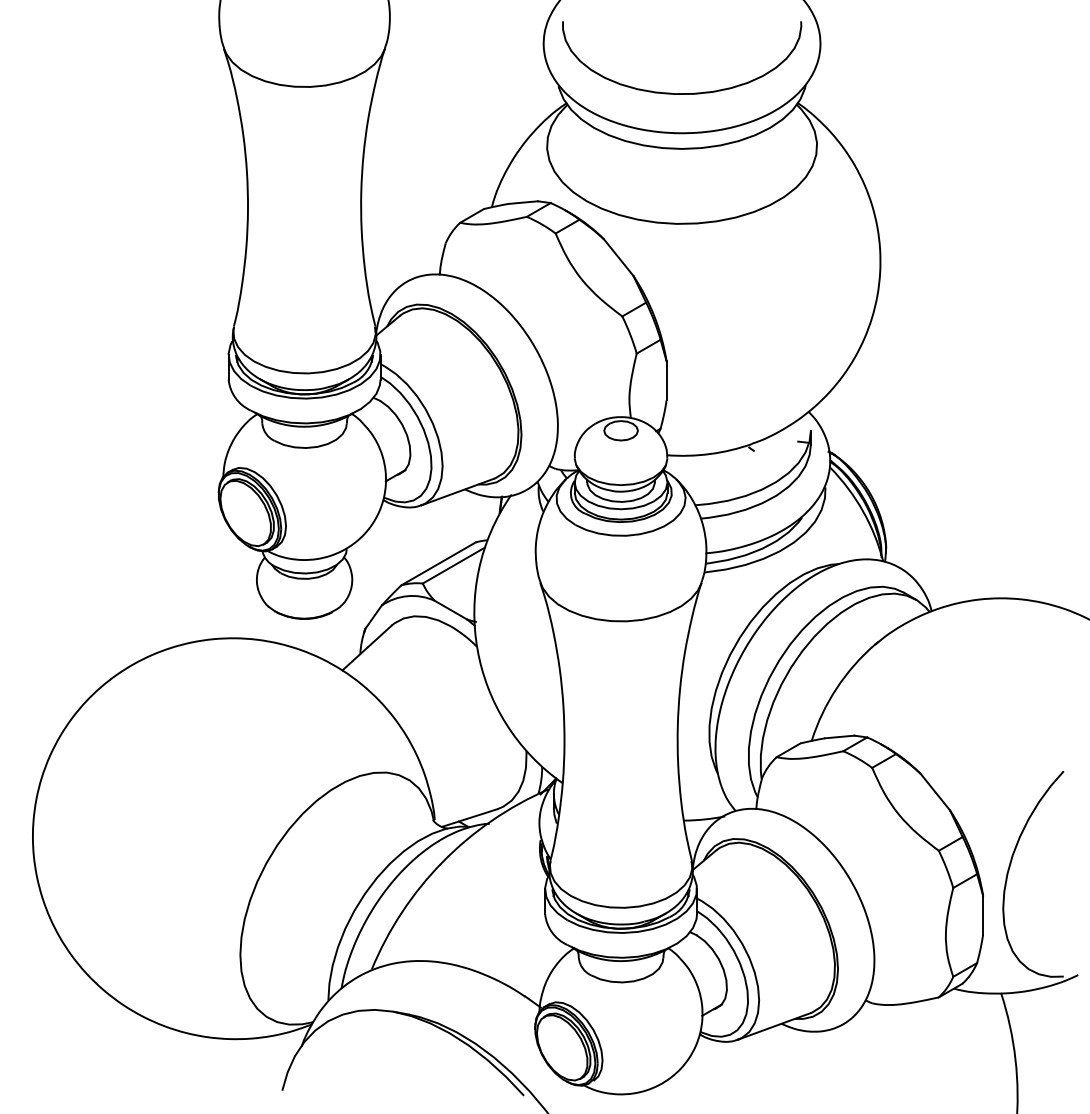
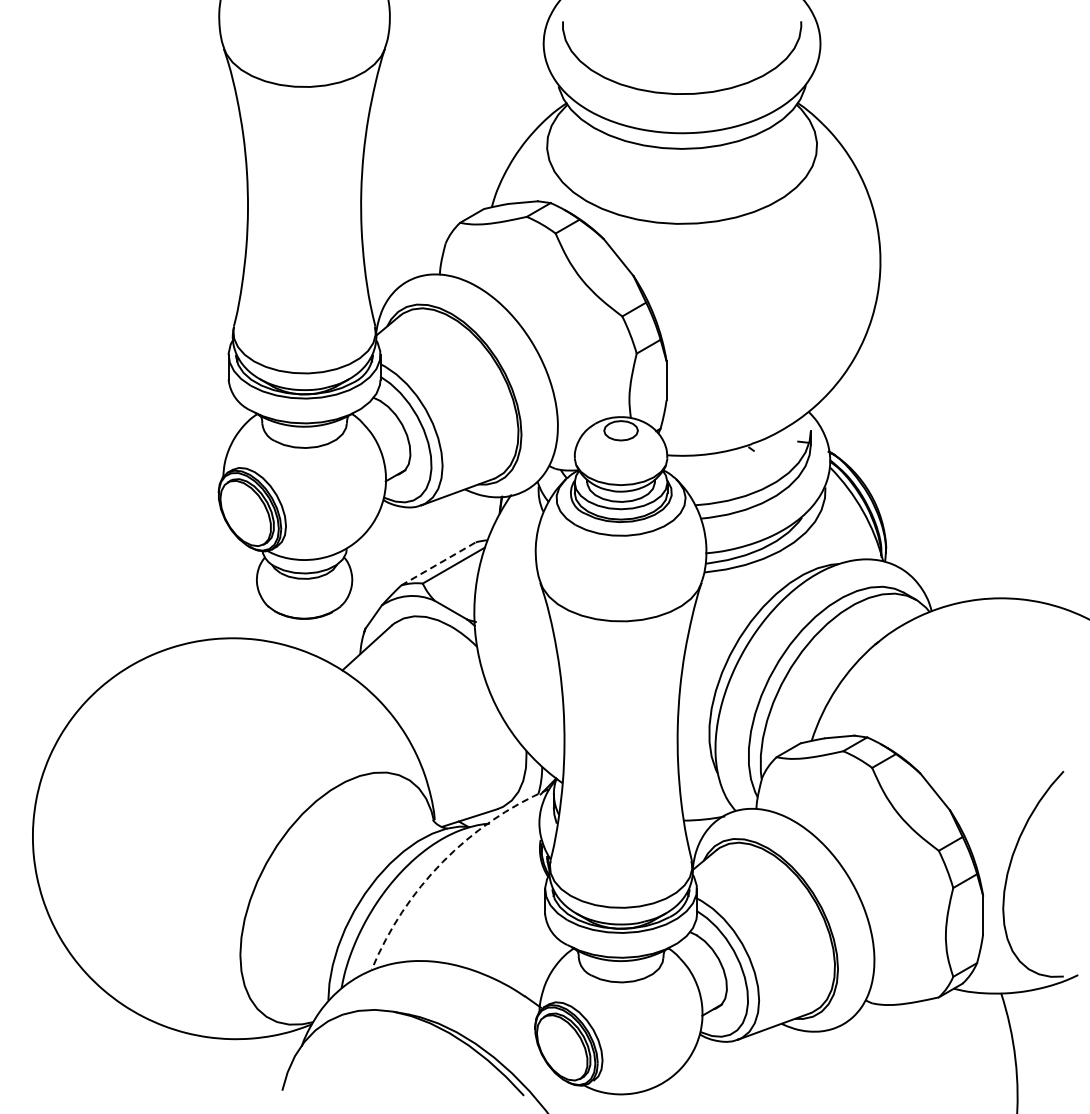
line at (438, 563): solid -> dashed
arc at (442, 862): solid -> dashed
